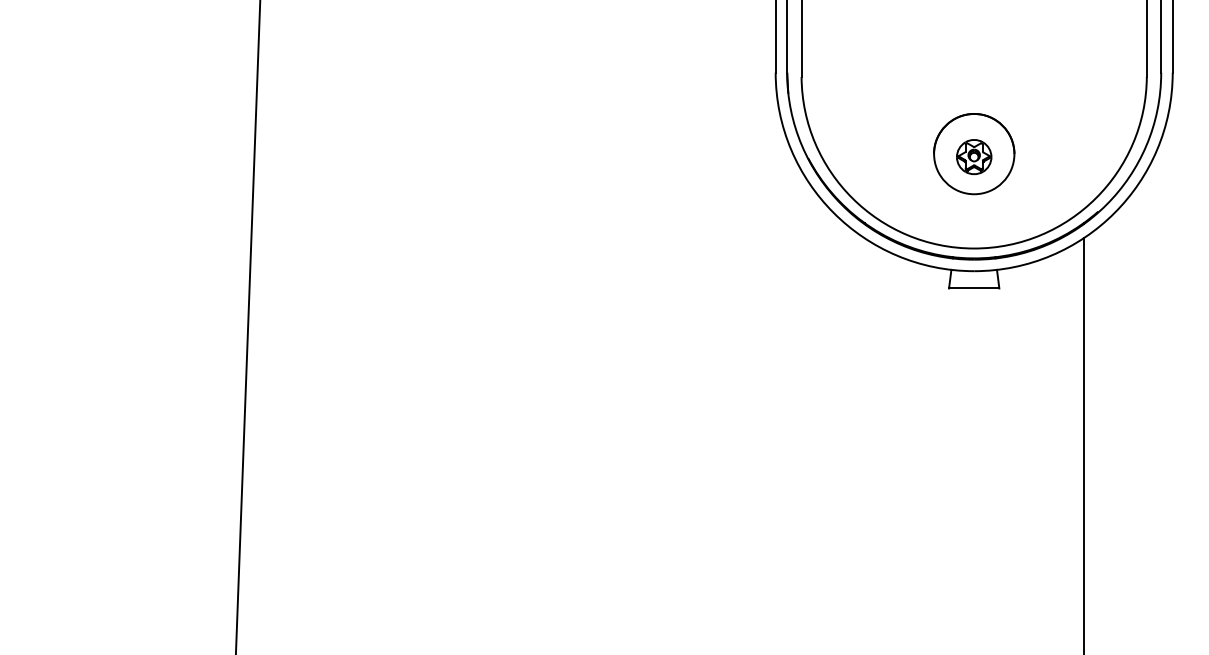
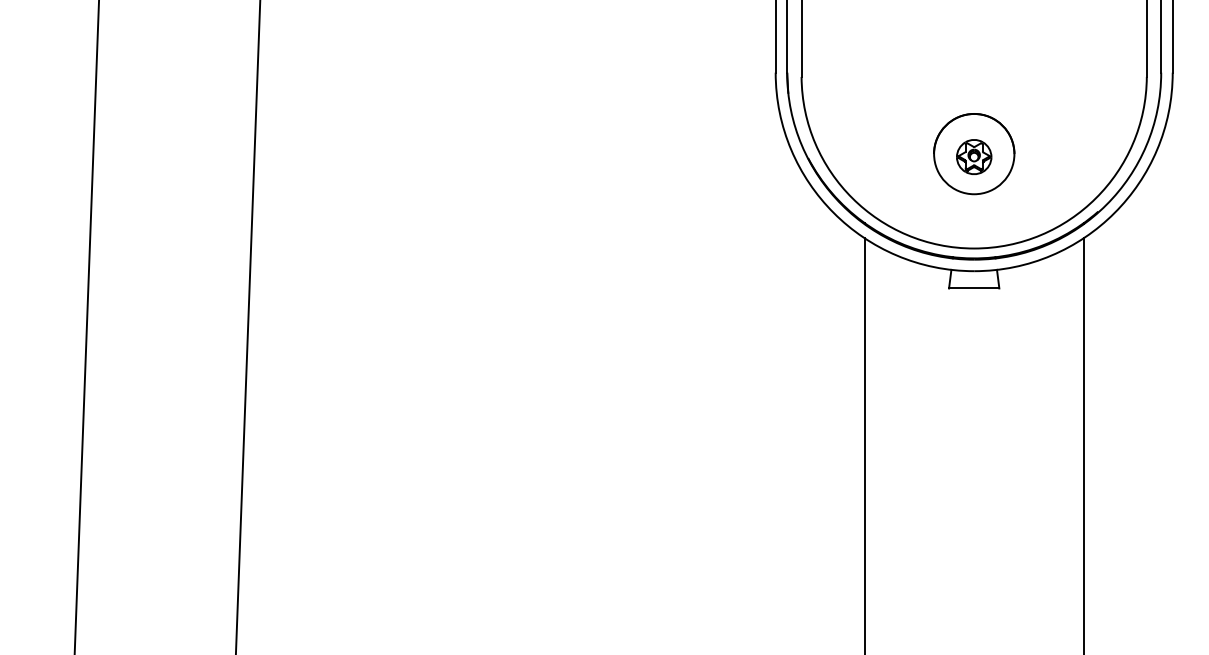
line at (86, 326): none -> present
line at (864, 444): none -> present
